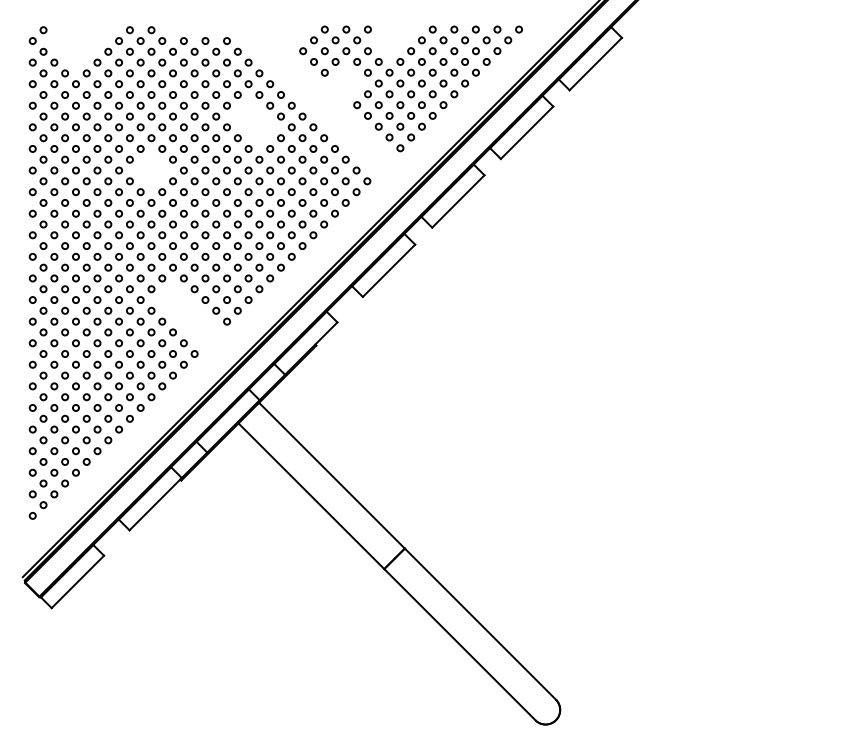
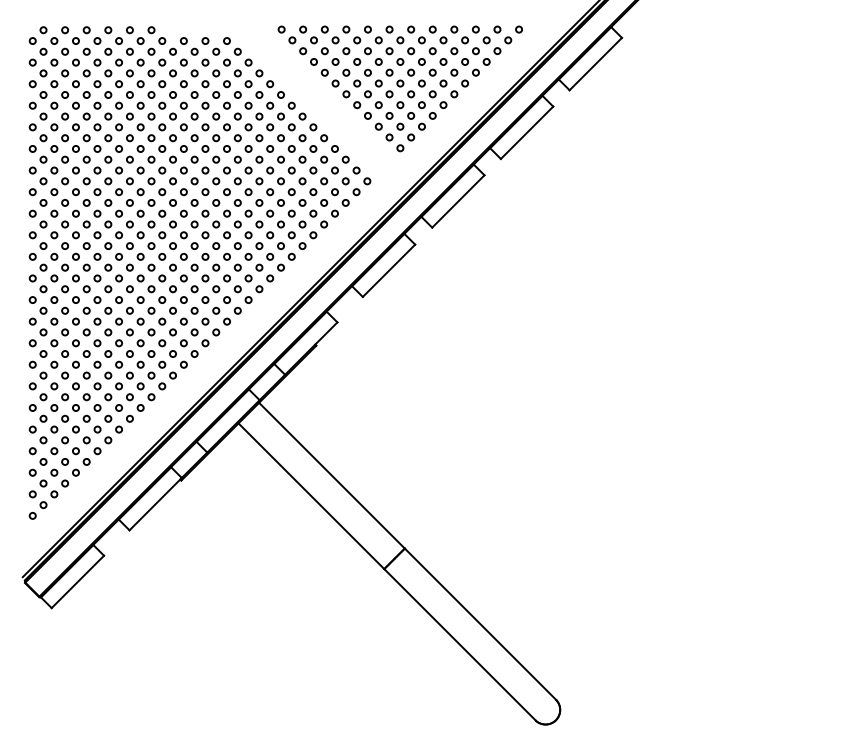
part at (292, 34): none -> present
part at (394, 40): none -> present
part at (81, 46): none -> present
part at (346, 76): none -> present
part at (253, 121): none -> present
part at (151, 163): none -> present
part at (189, 316): none -> present
